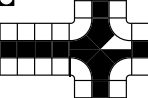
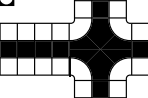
fill at (115, 41): none -> present
